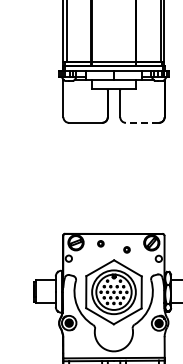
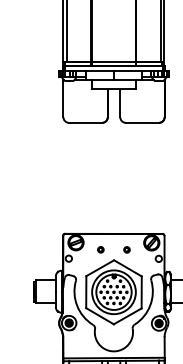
line at (141, 122): dashed -> solid
part at (100, 243) position: (100, 243) -> (100, 249)
